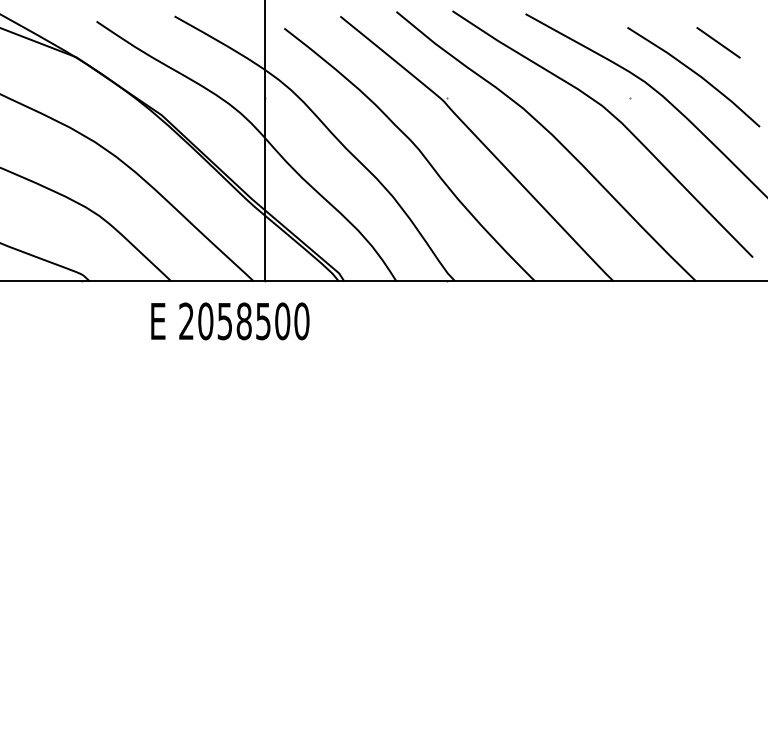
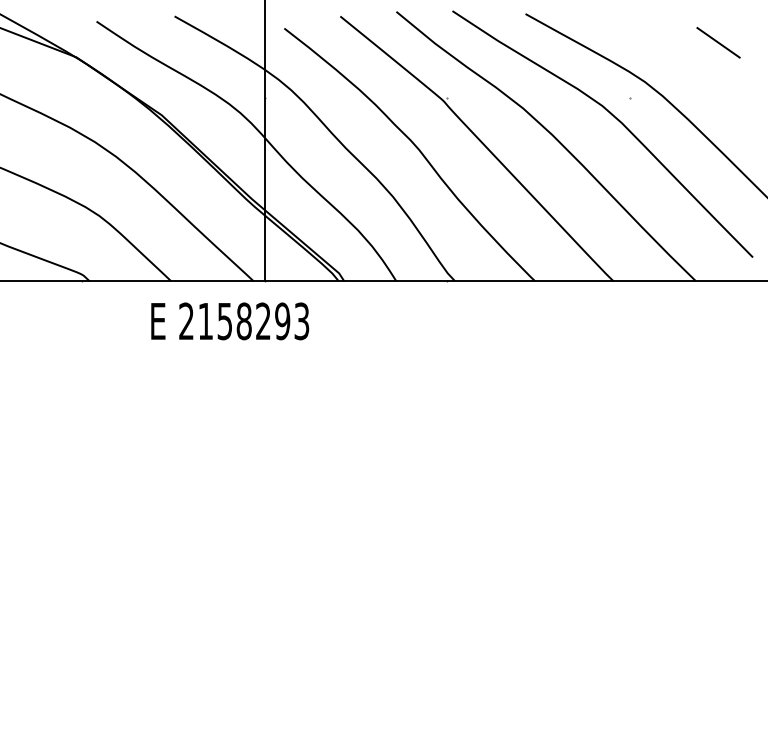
line at (695, 74): present -> none
text at (253, 321): 2058500 -> 2158293
